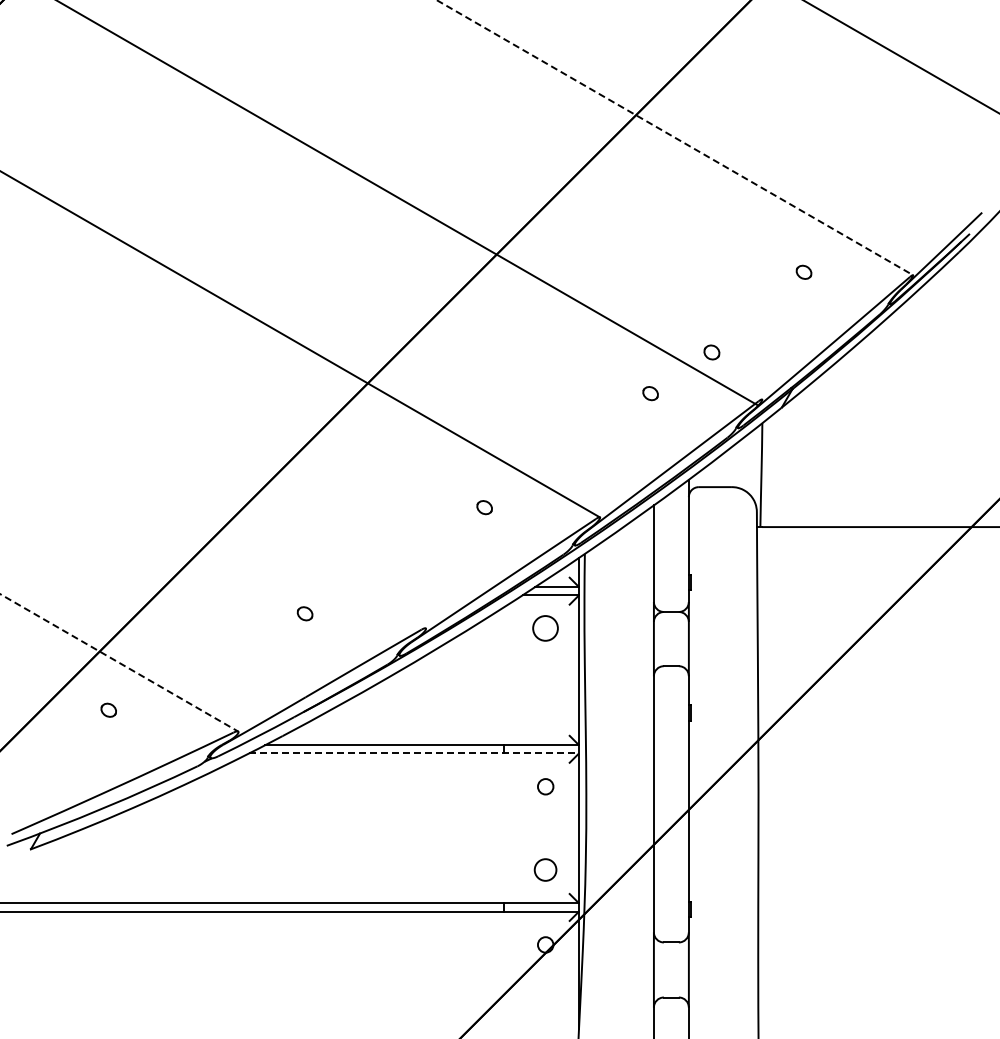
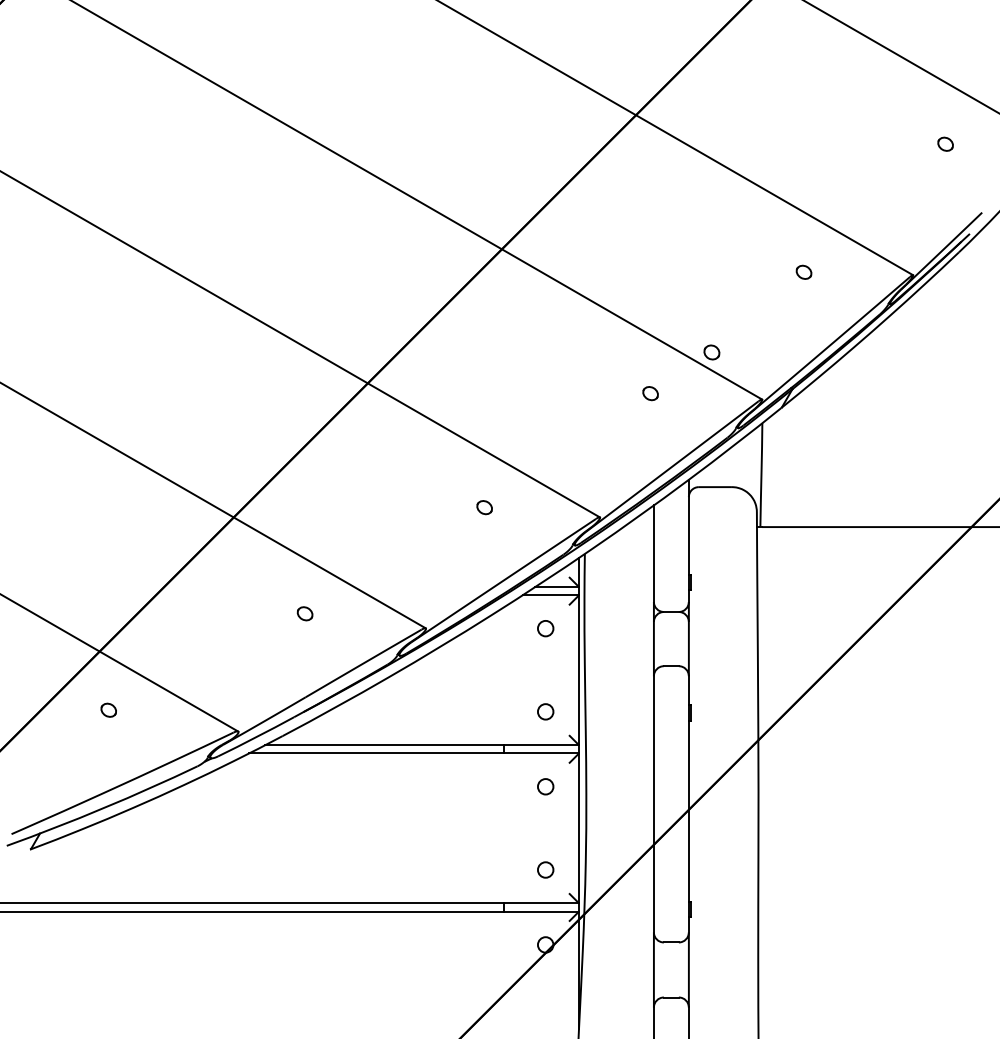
line at (674, 137): dashed -> solid
part at (945, 143): none -> present
line at (408, 203) position: (408, 203) -> (418, 200)
line at (213, 505): none -> present
circle at (545, 628) size: 27x27 px -> 18x18 px
line at (119, 663): dashed -> solid
circle at (545, 711): none -> present
line at (414, 753): dashed -> solid
circle at (545, 869) size: 25x24 px -> 18x18 px
